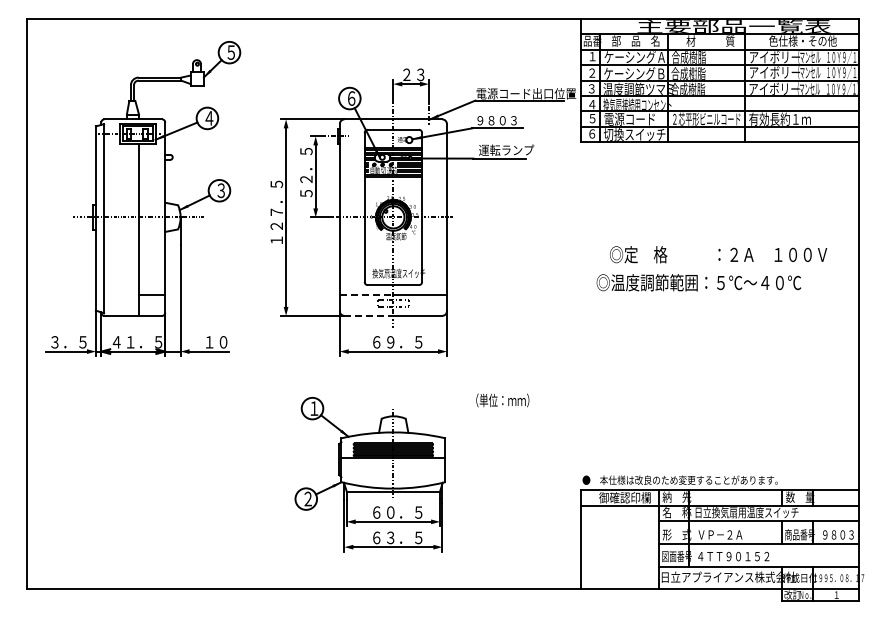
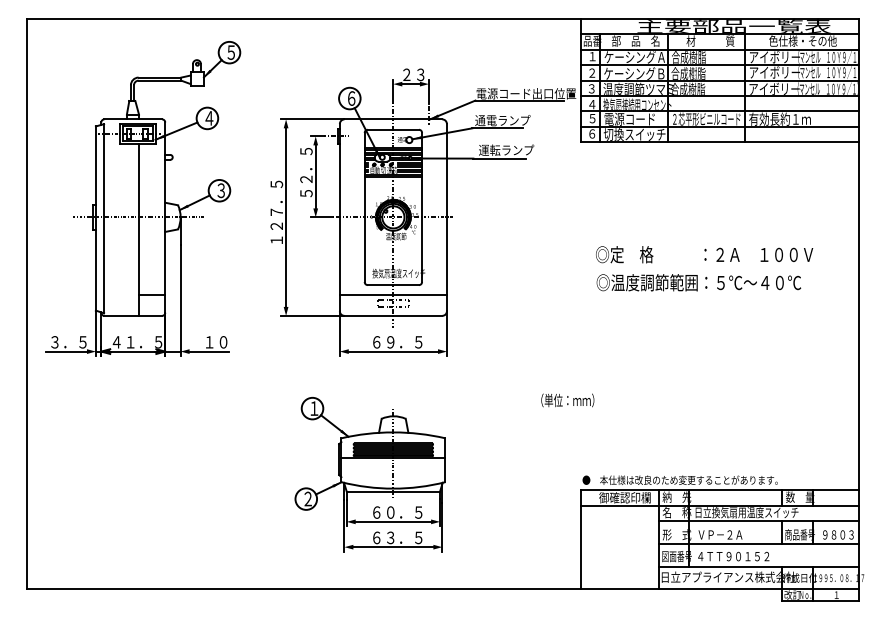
text at (502, 120): ９８０３ -> 通電ランプ
text at (718, 254) position: (718, 254) -> (704, 254)
line at (366, 295): dashed -> solid
line at (369, 315): dashed -> solid
text at (502, 400) position: (502, 400) -> (567, 400)
